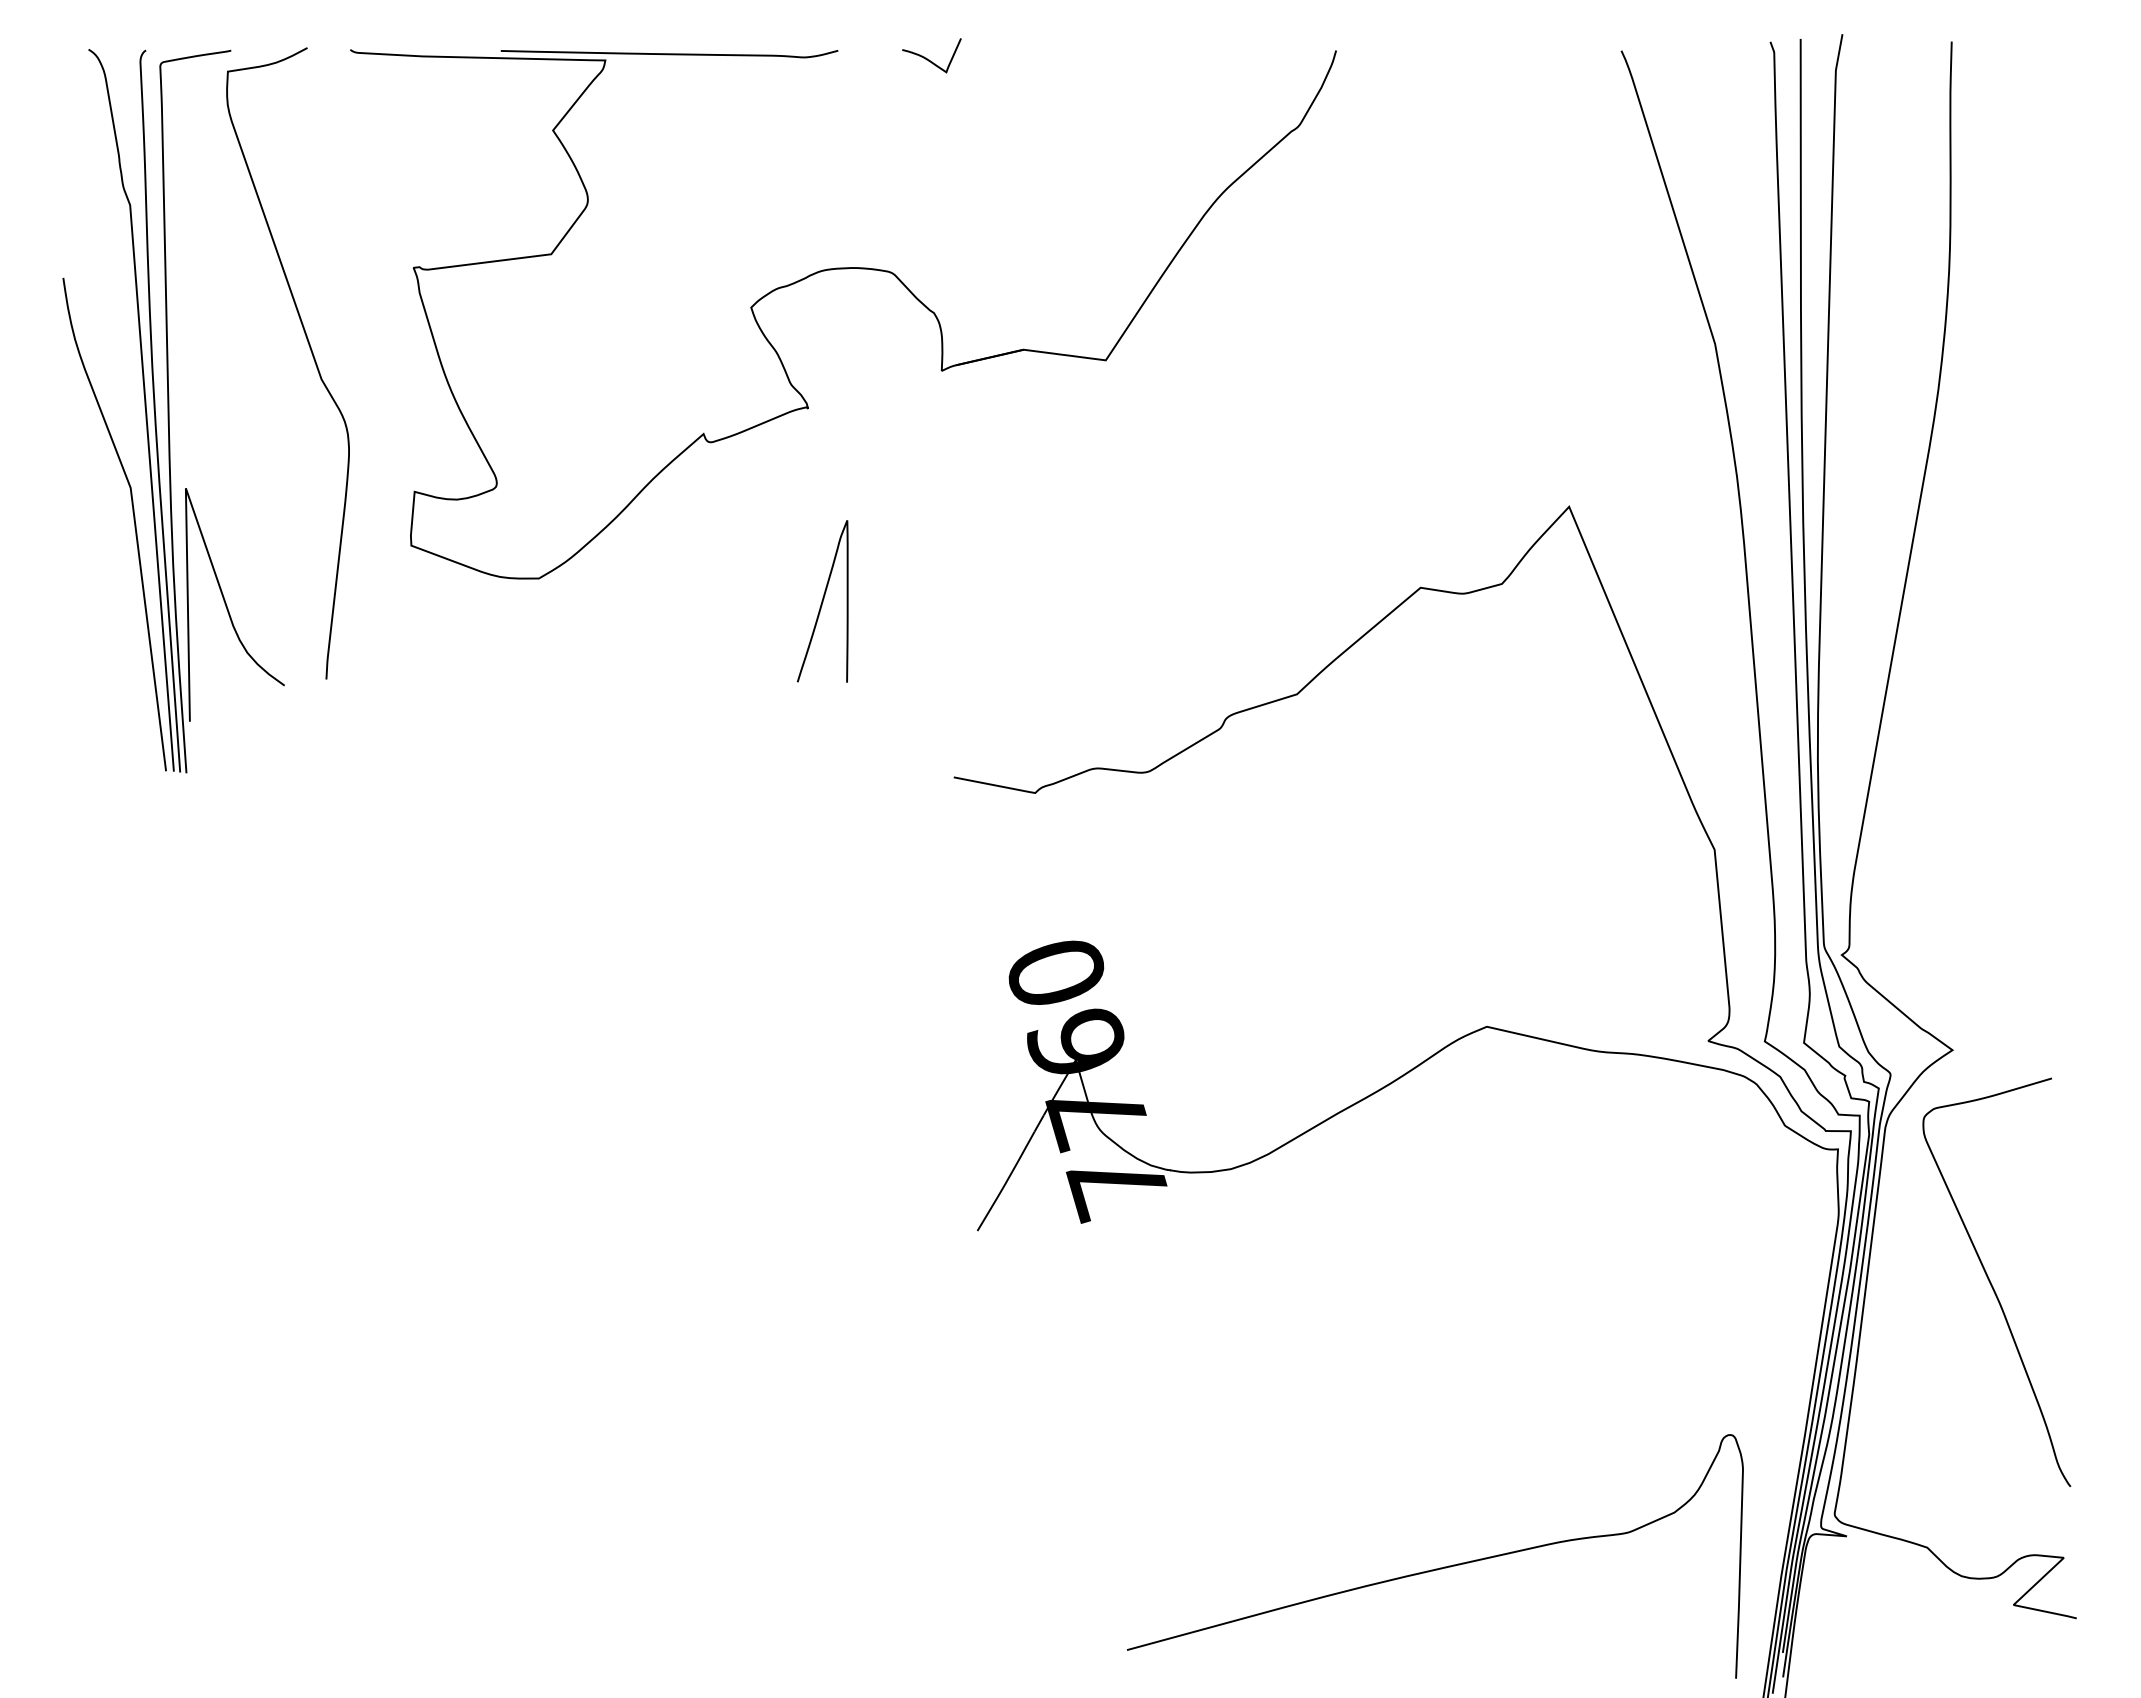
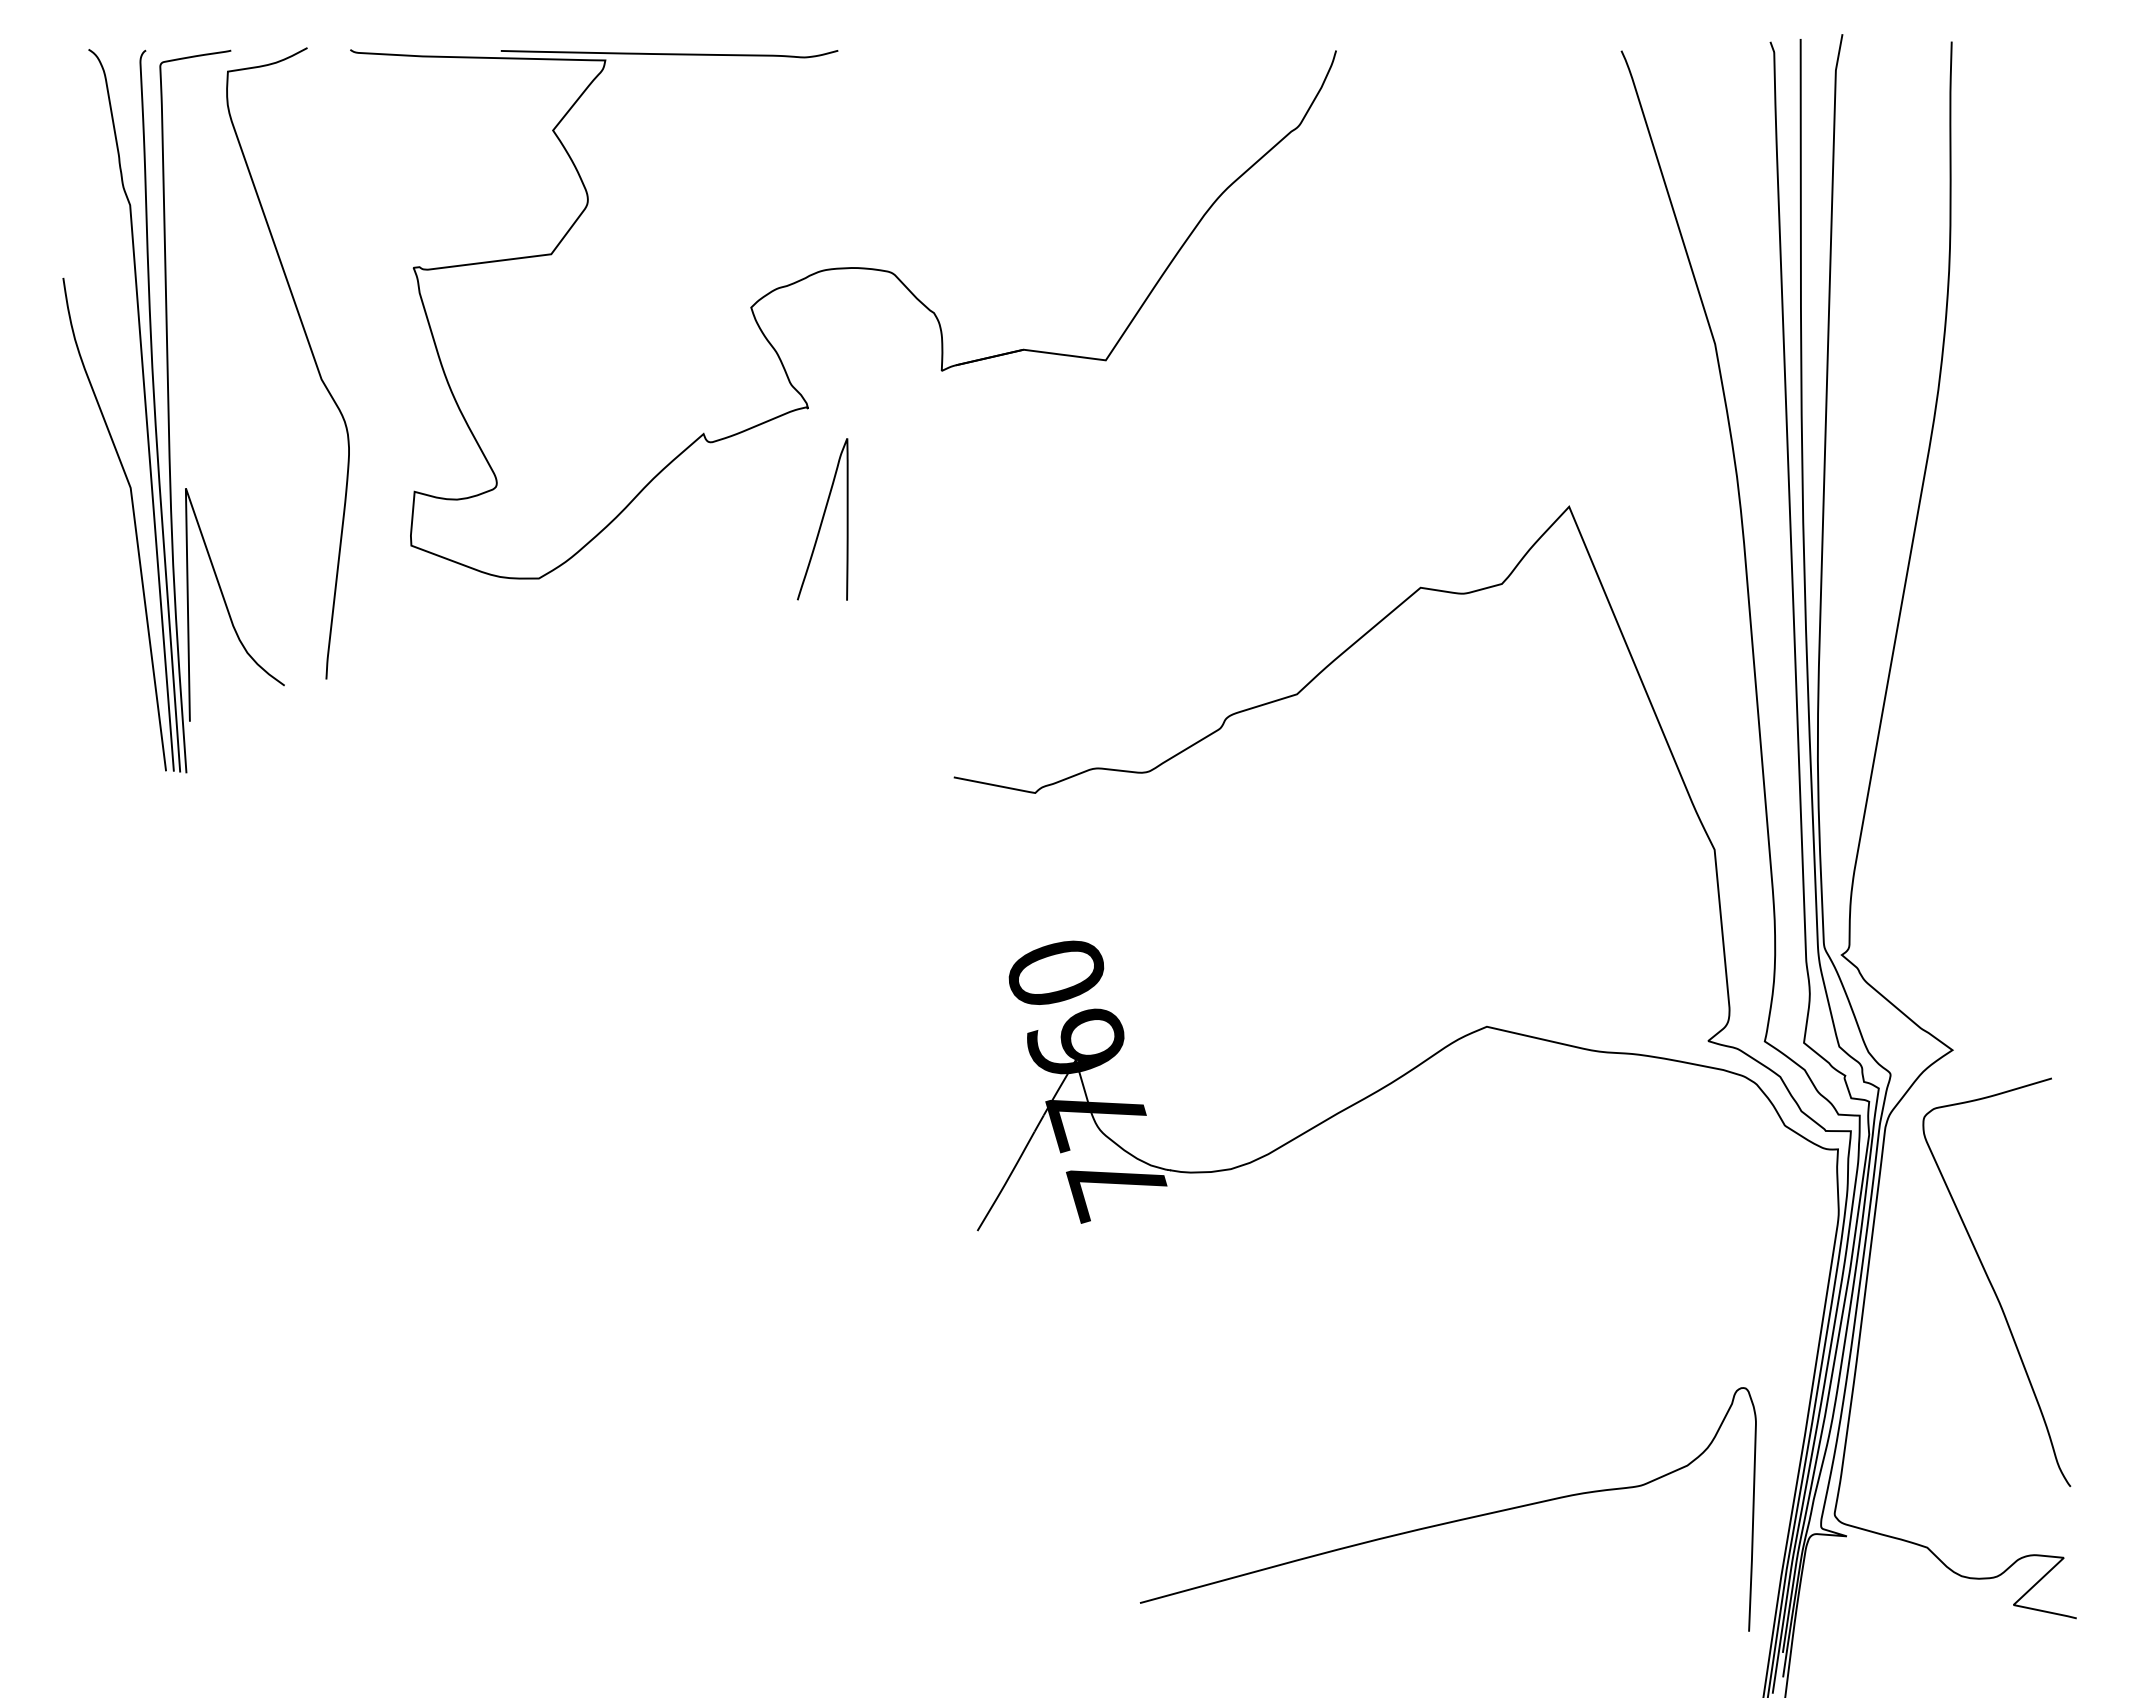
curve at (929, 59): present -> none
curve at (822, 601) position: (822, 601) -> (822, 519)
curve at (1439, 1567) position: (1439, 1567) -> (1452, 1520)
